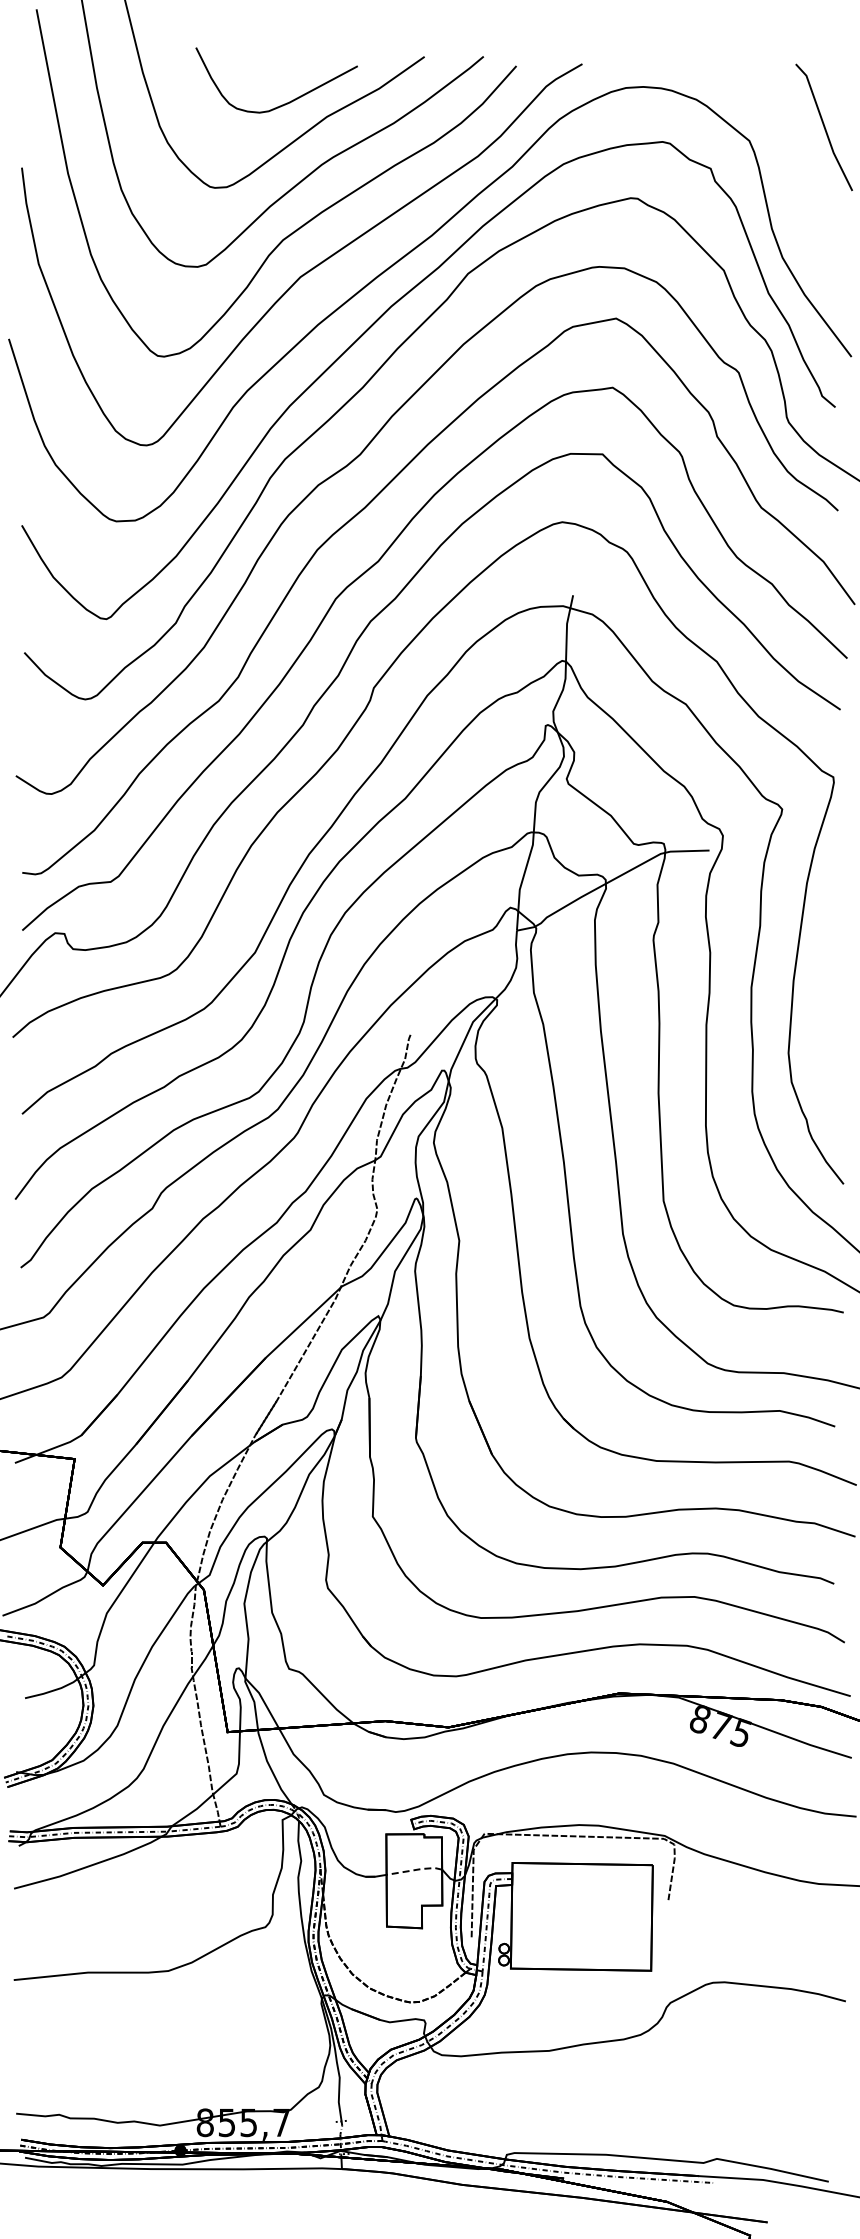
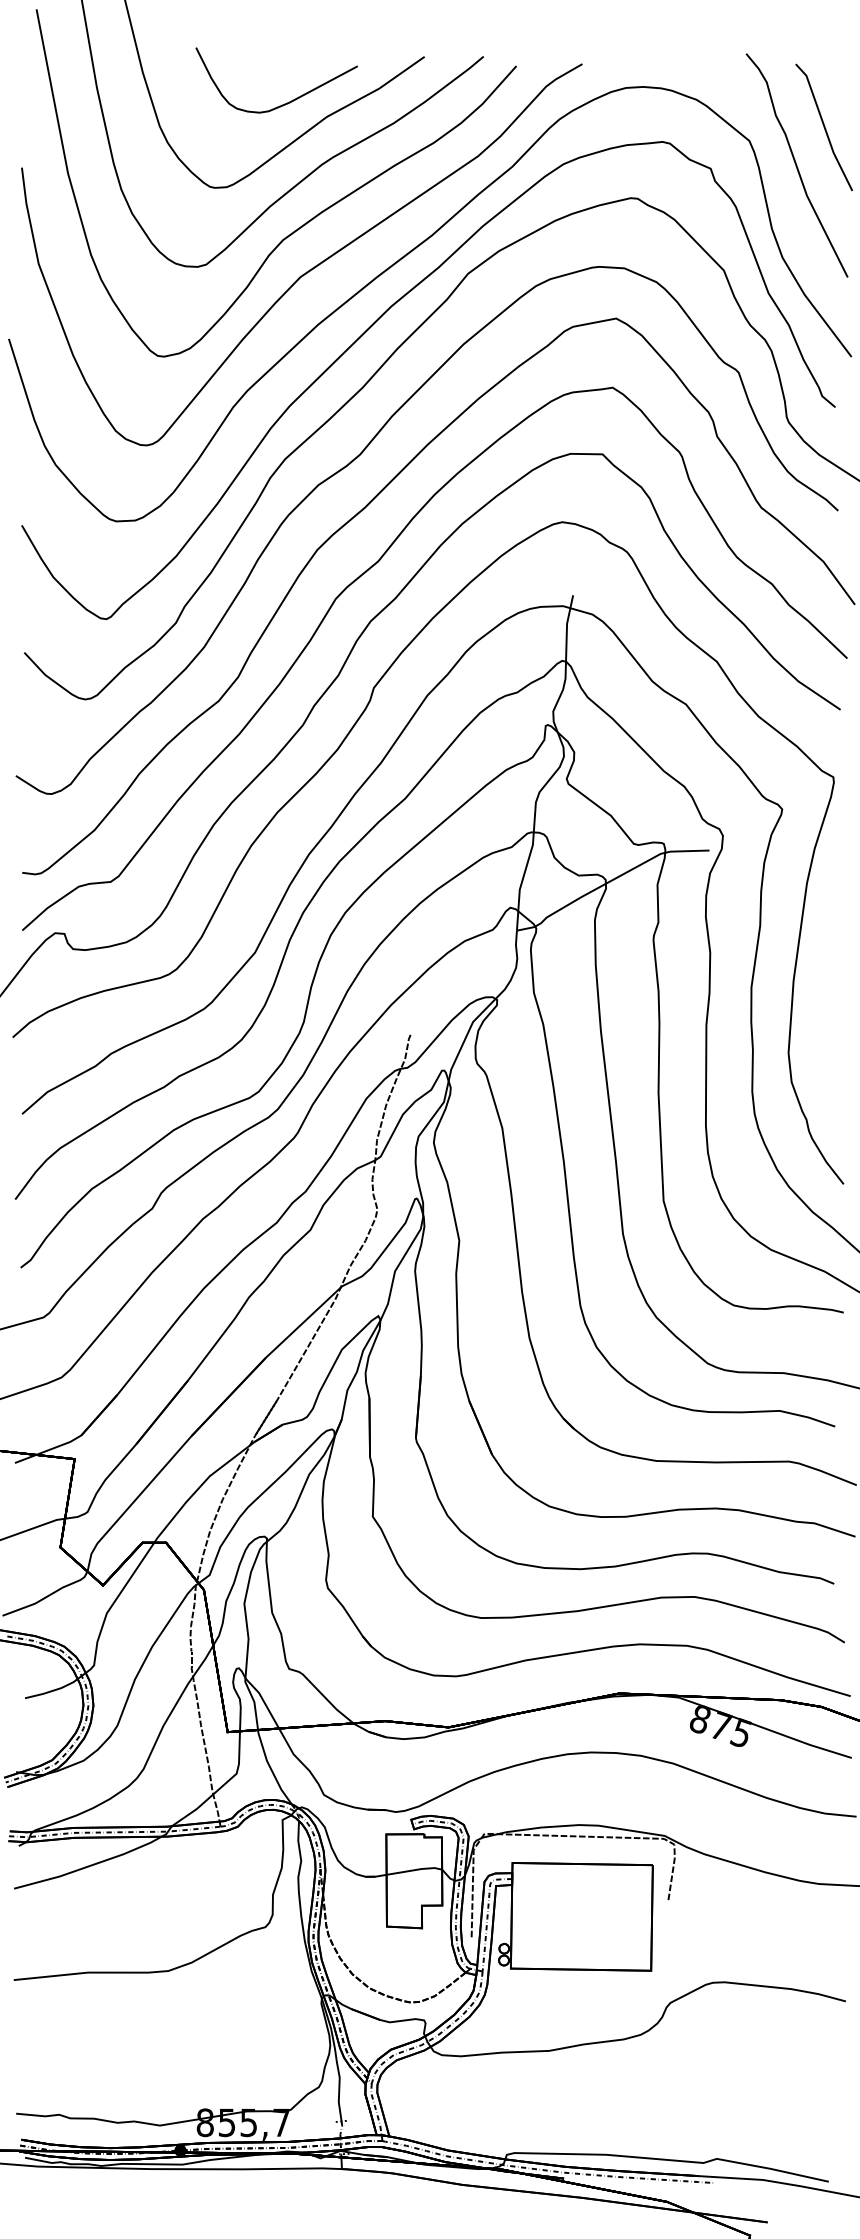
curve at (796, 165): none -> present
line at (415, 1869): dashed -> solid
